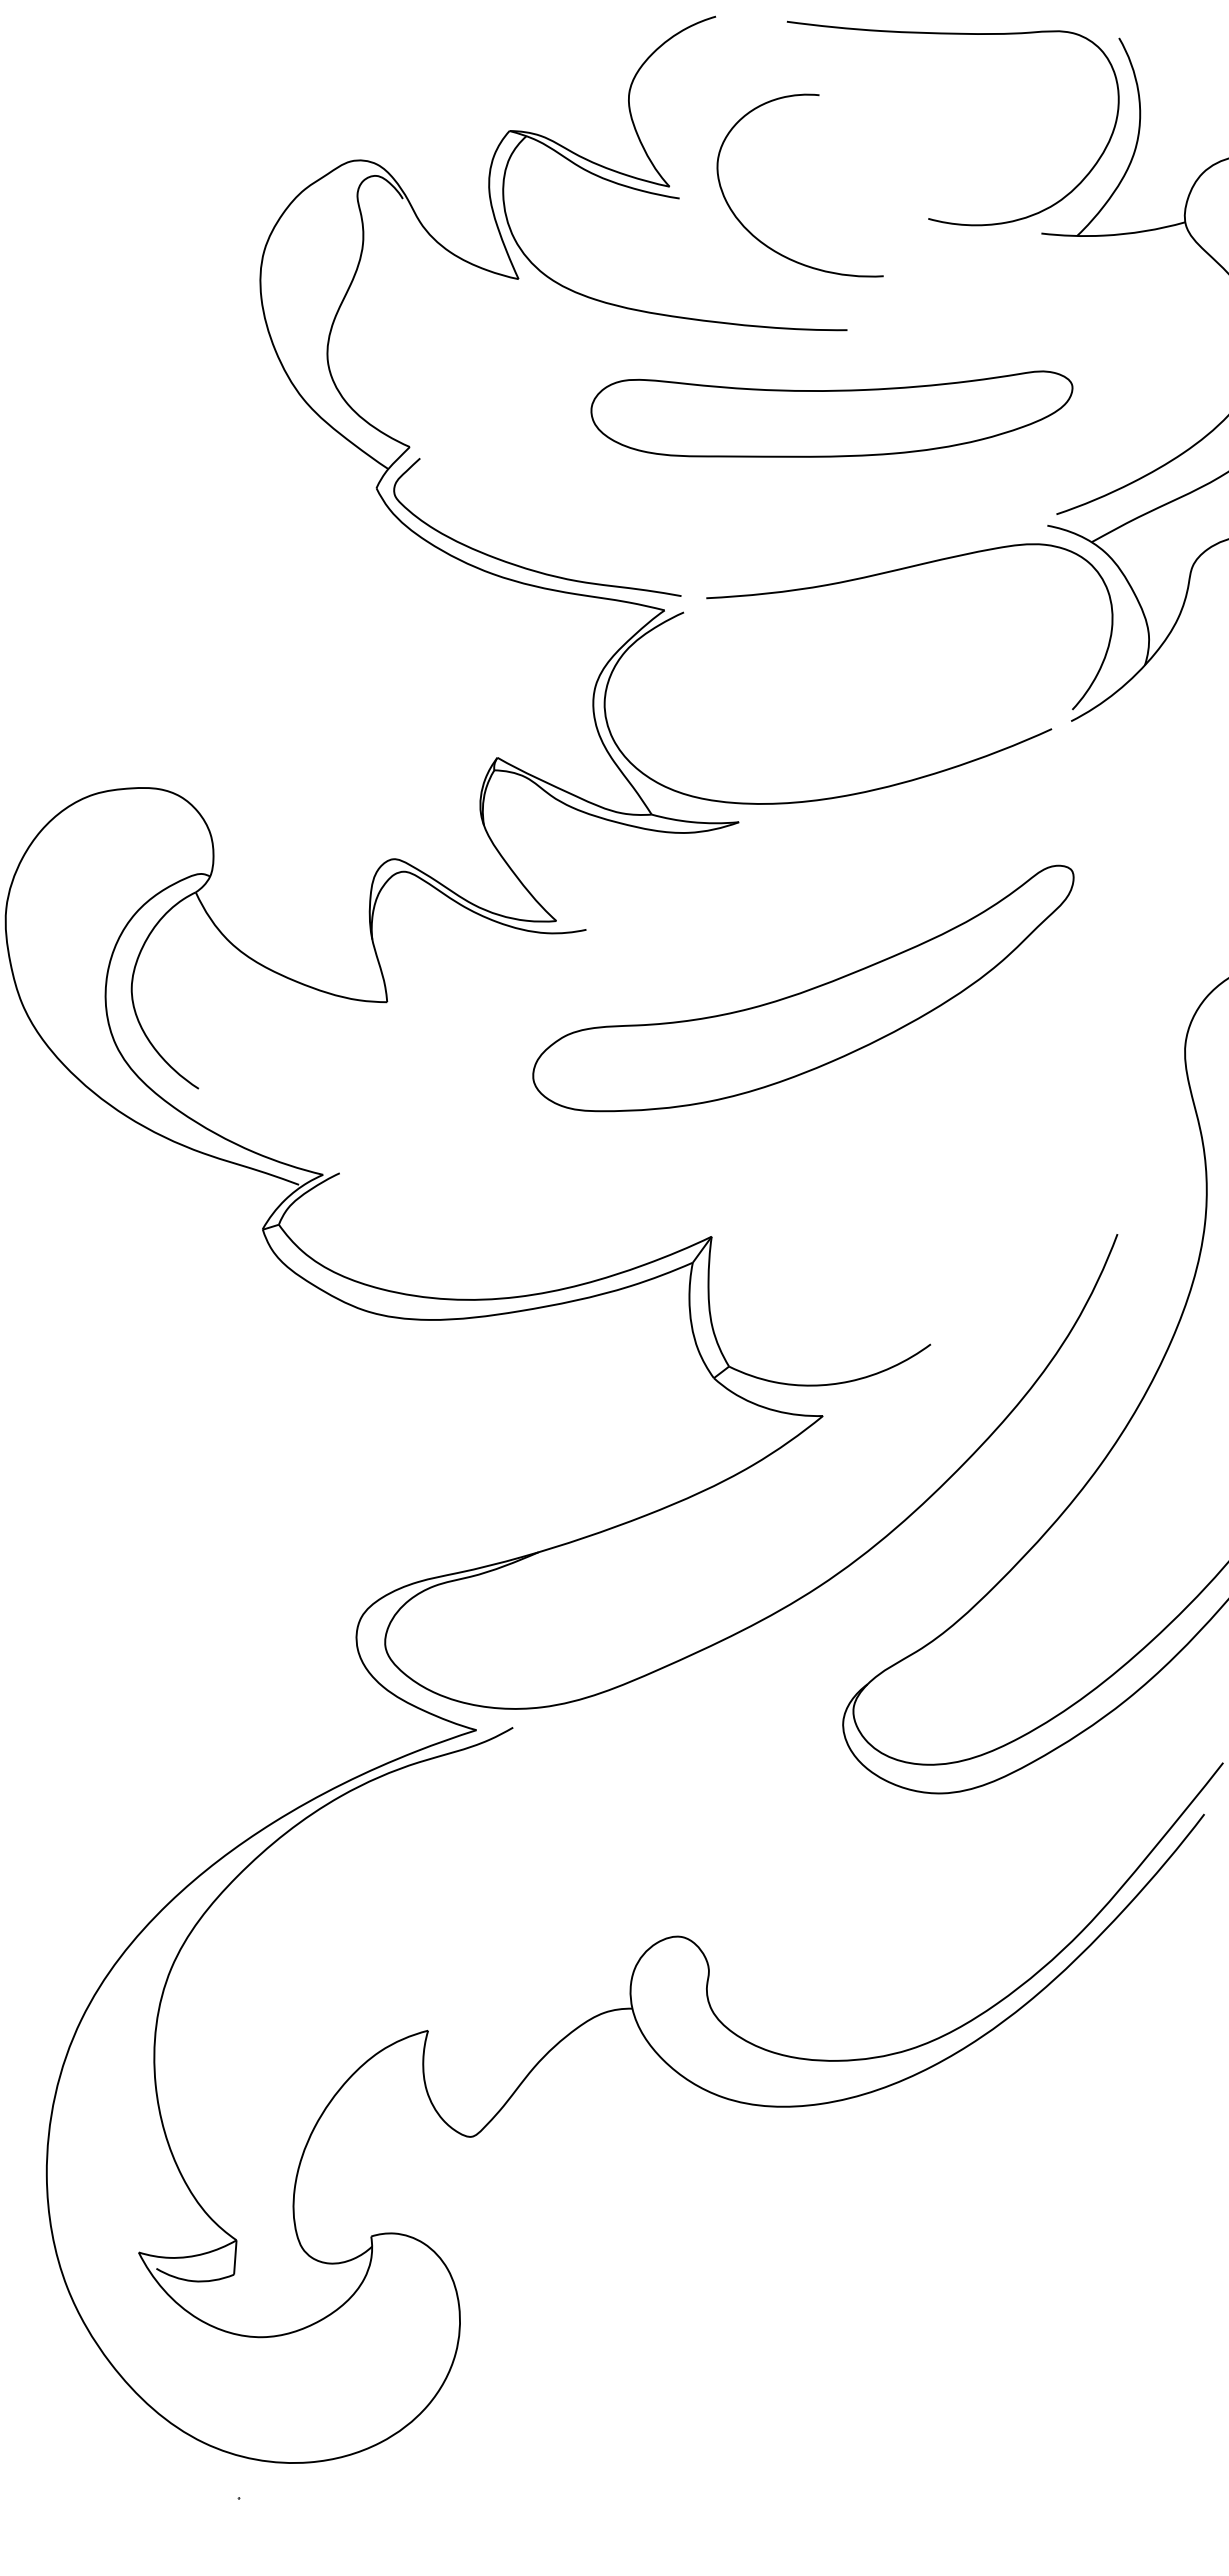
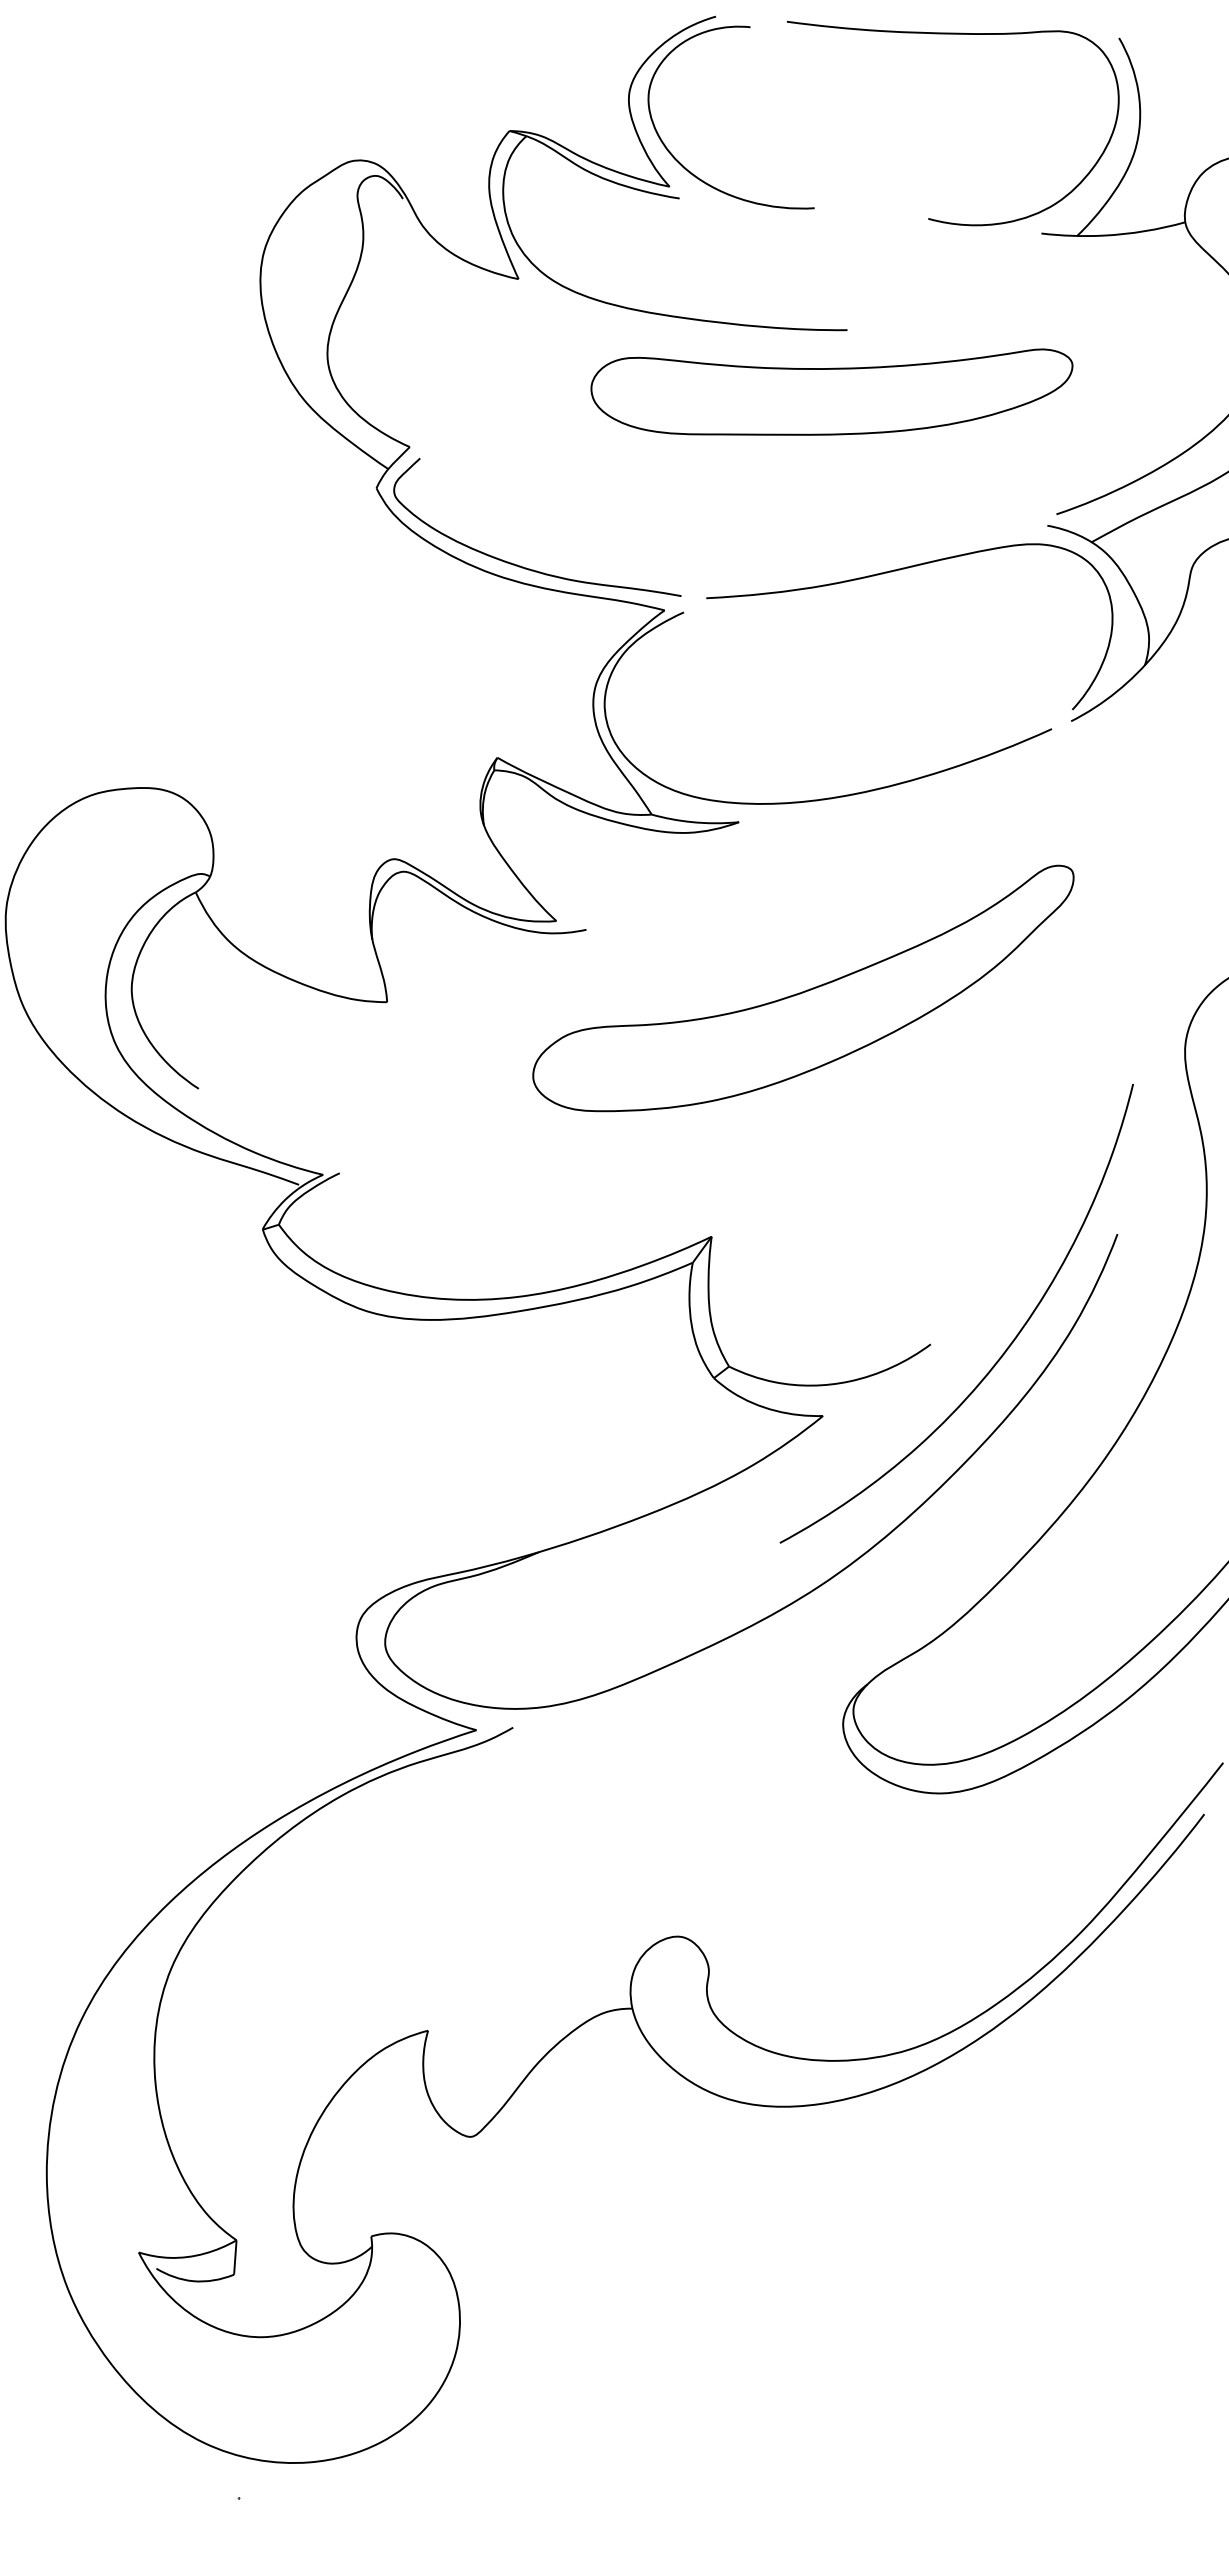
curve at (757, 237) position: (757, 237) -> (688, 169)
part at (831, 413) position: (831, 413) -> (831, 391)
curve at (1005, 1349): none -> present
